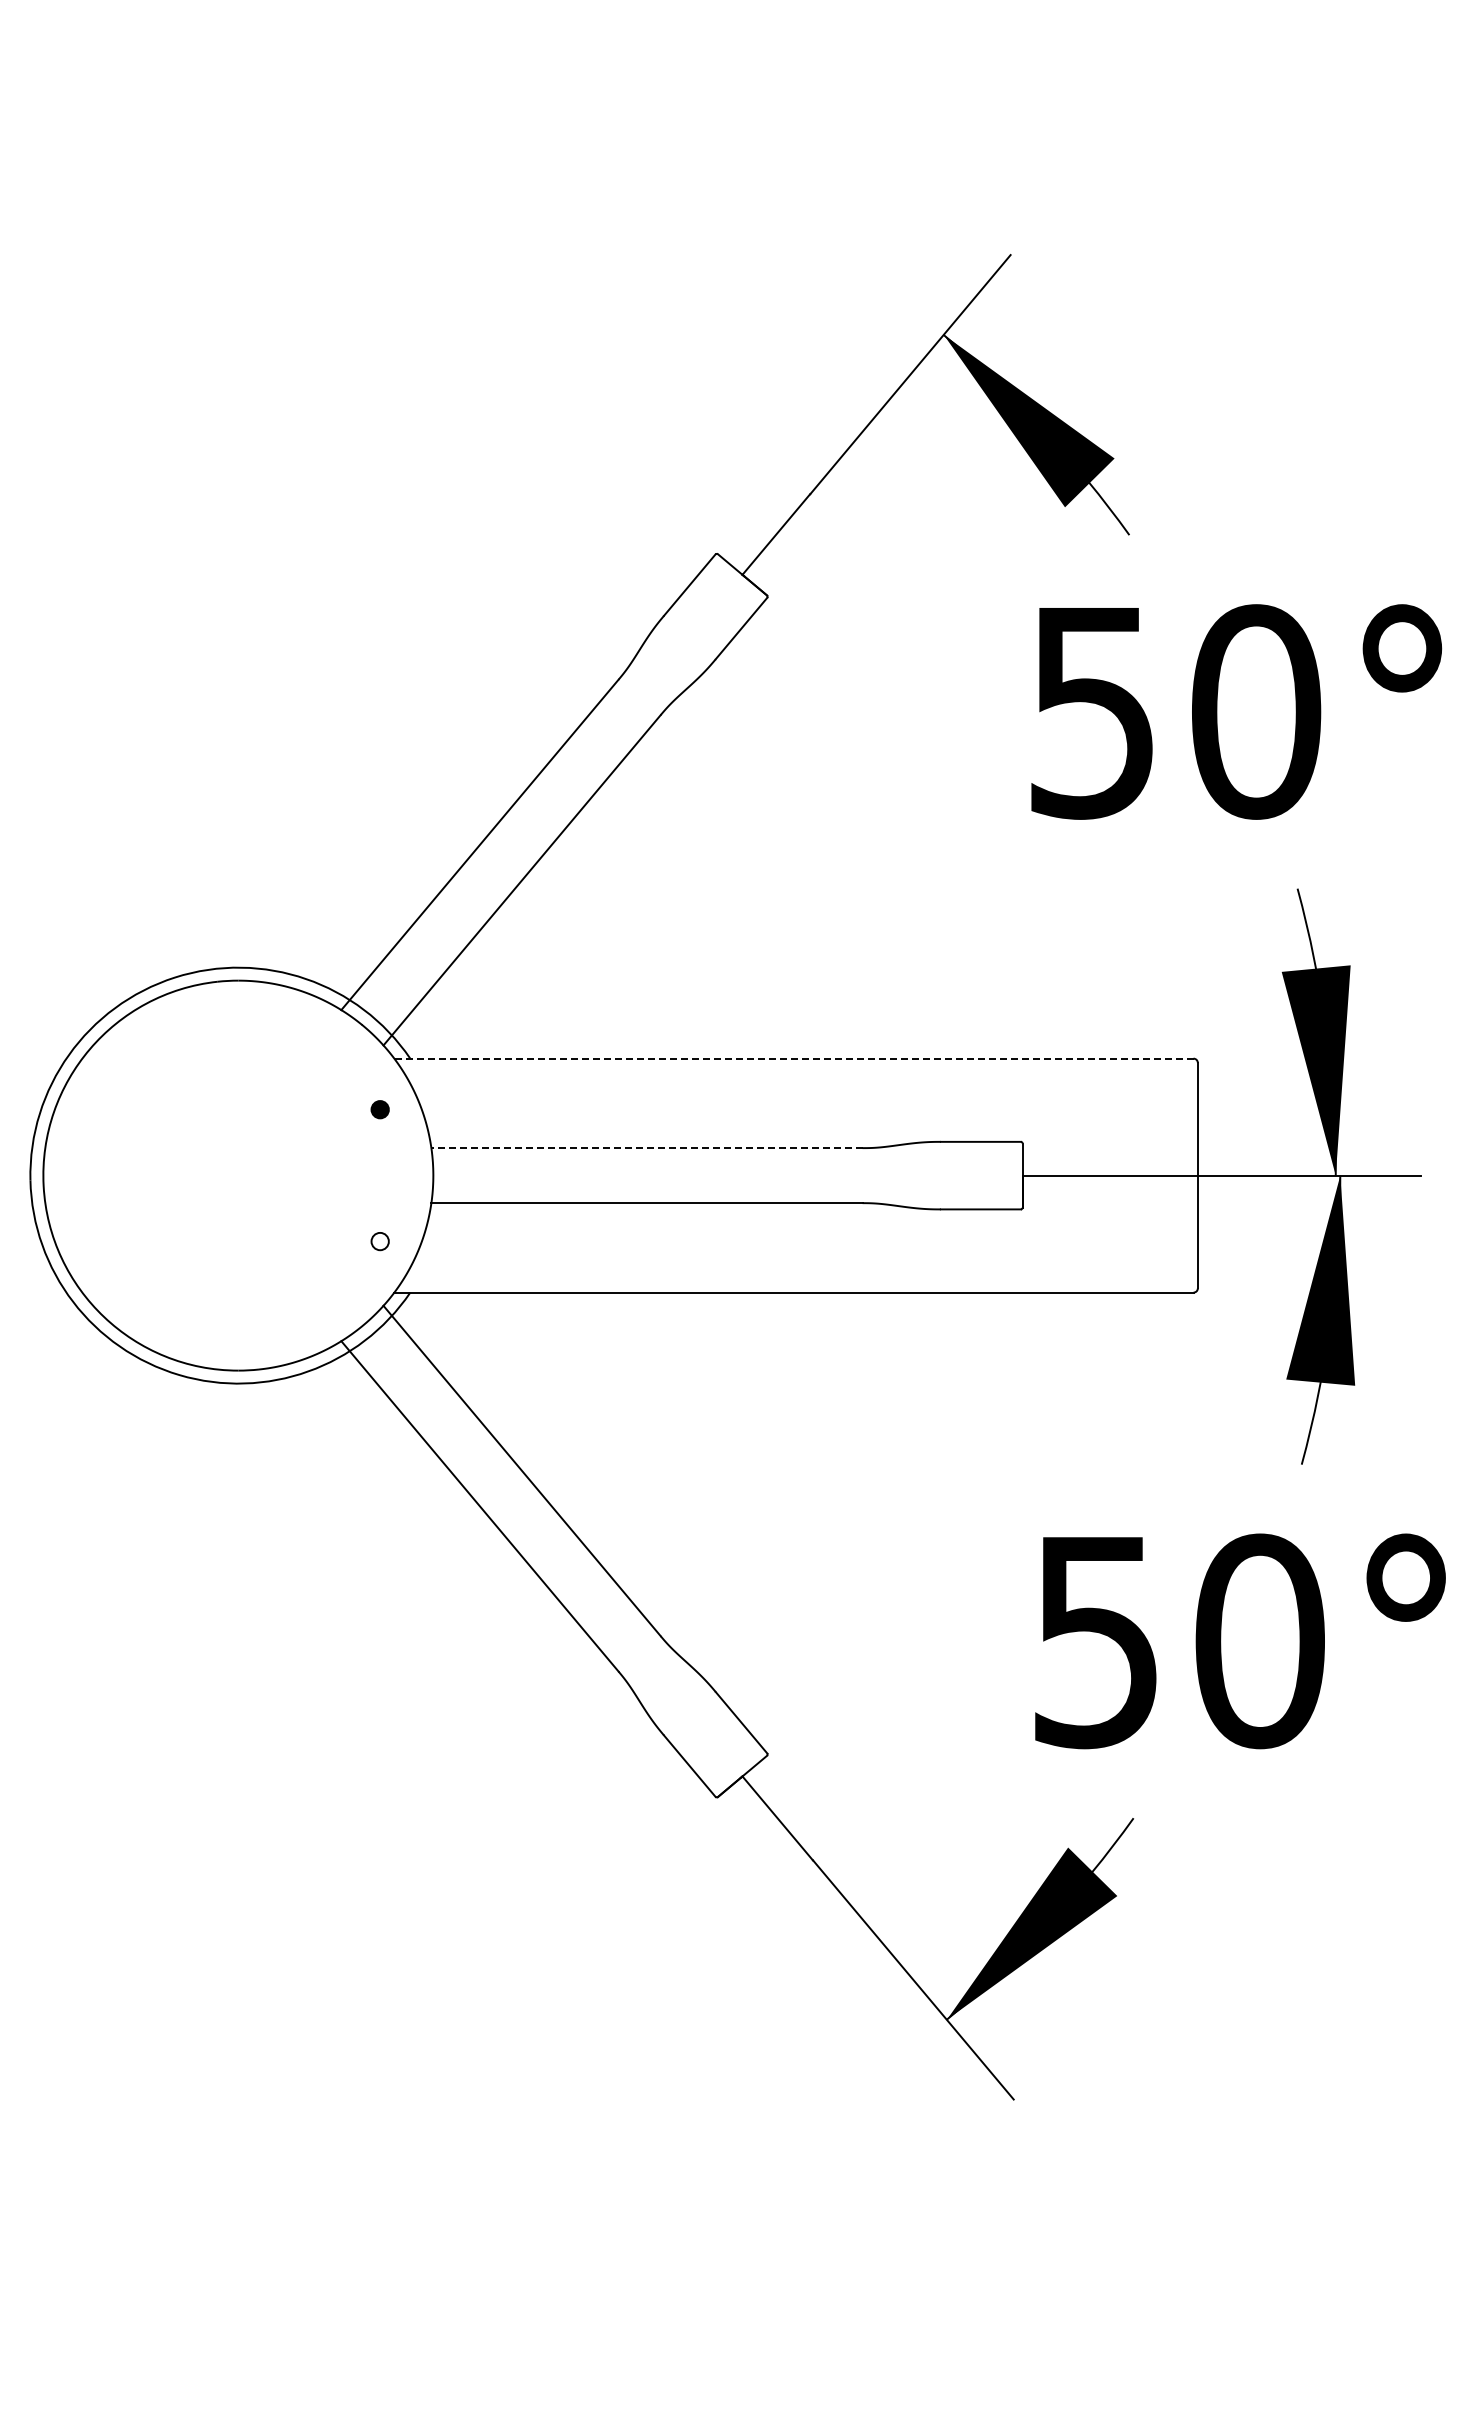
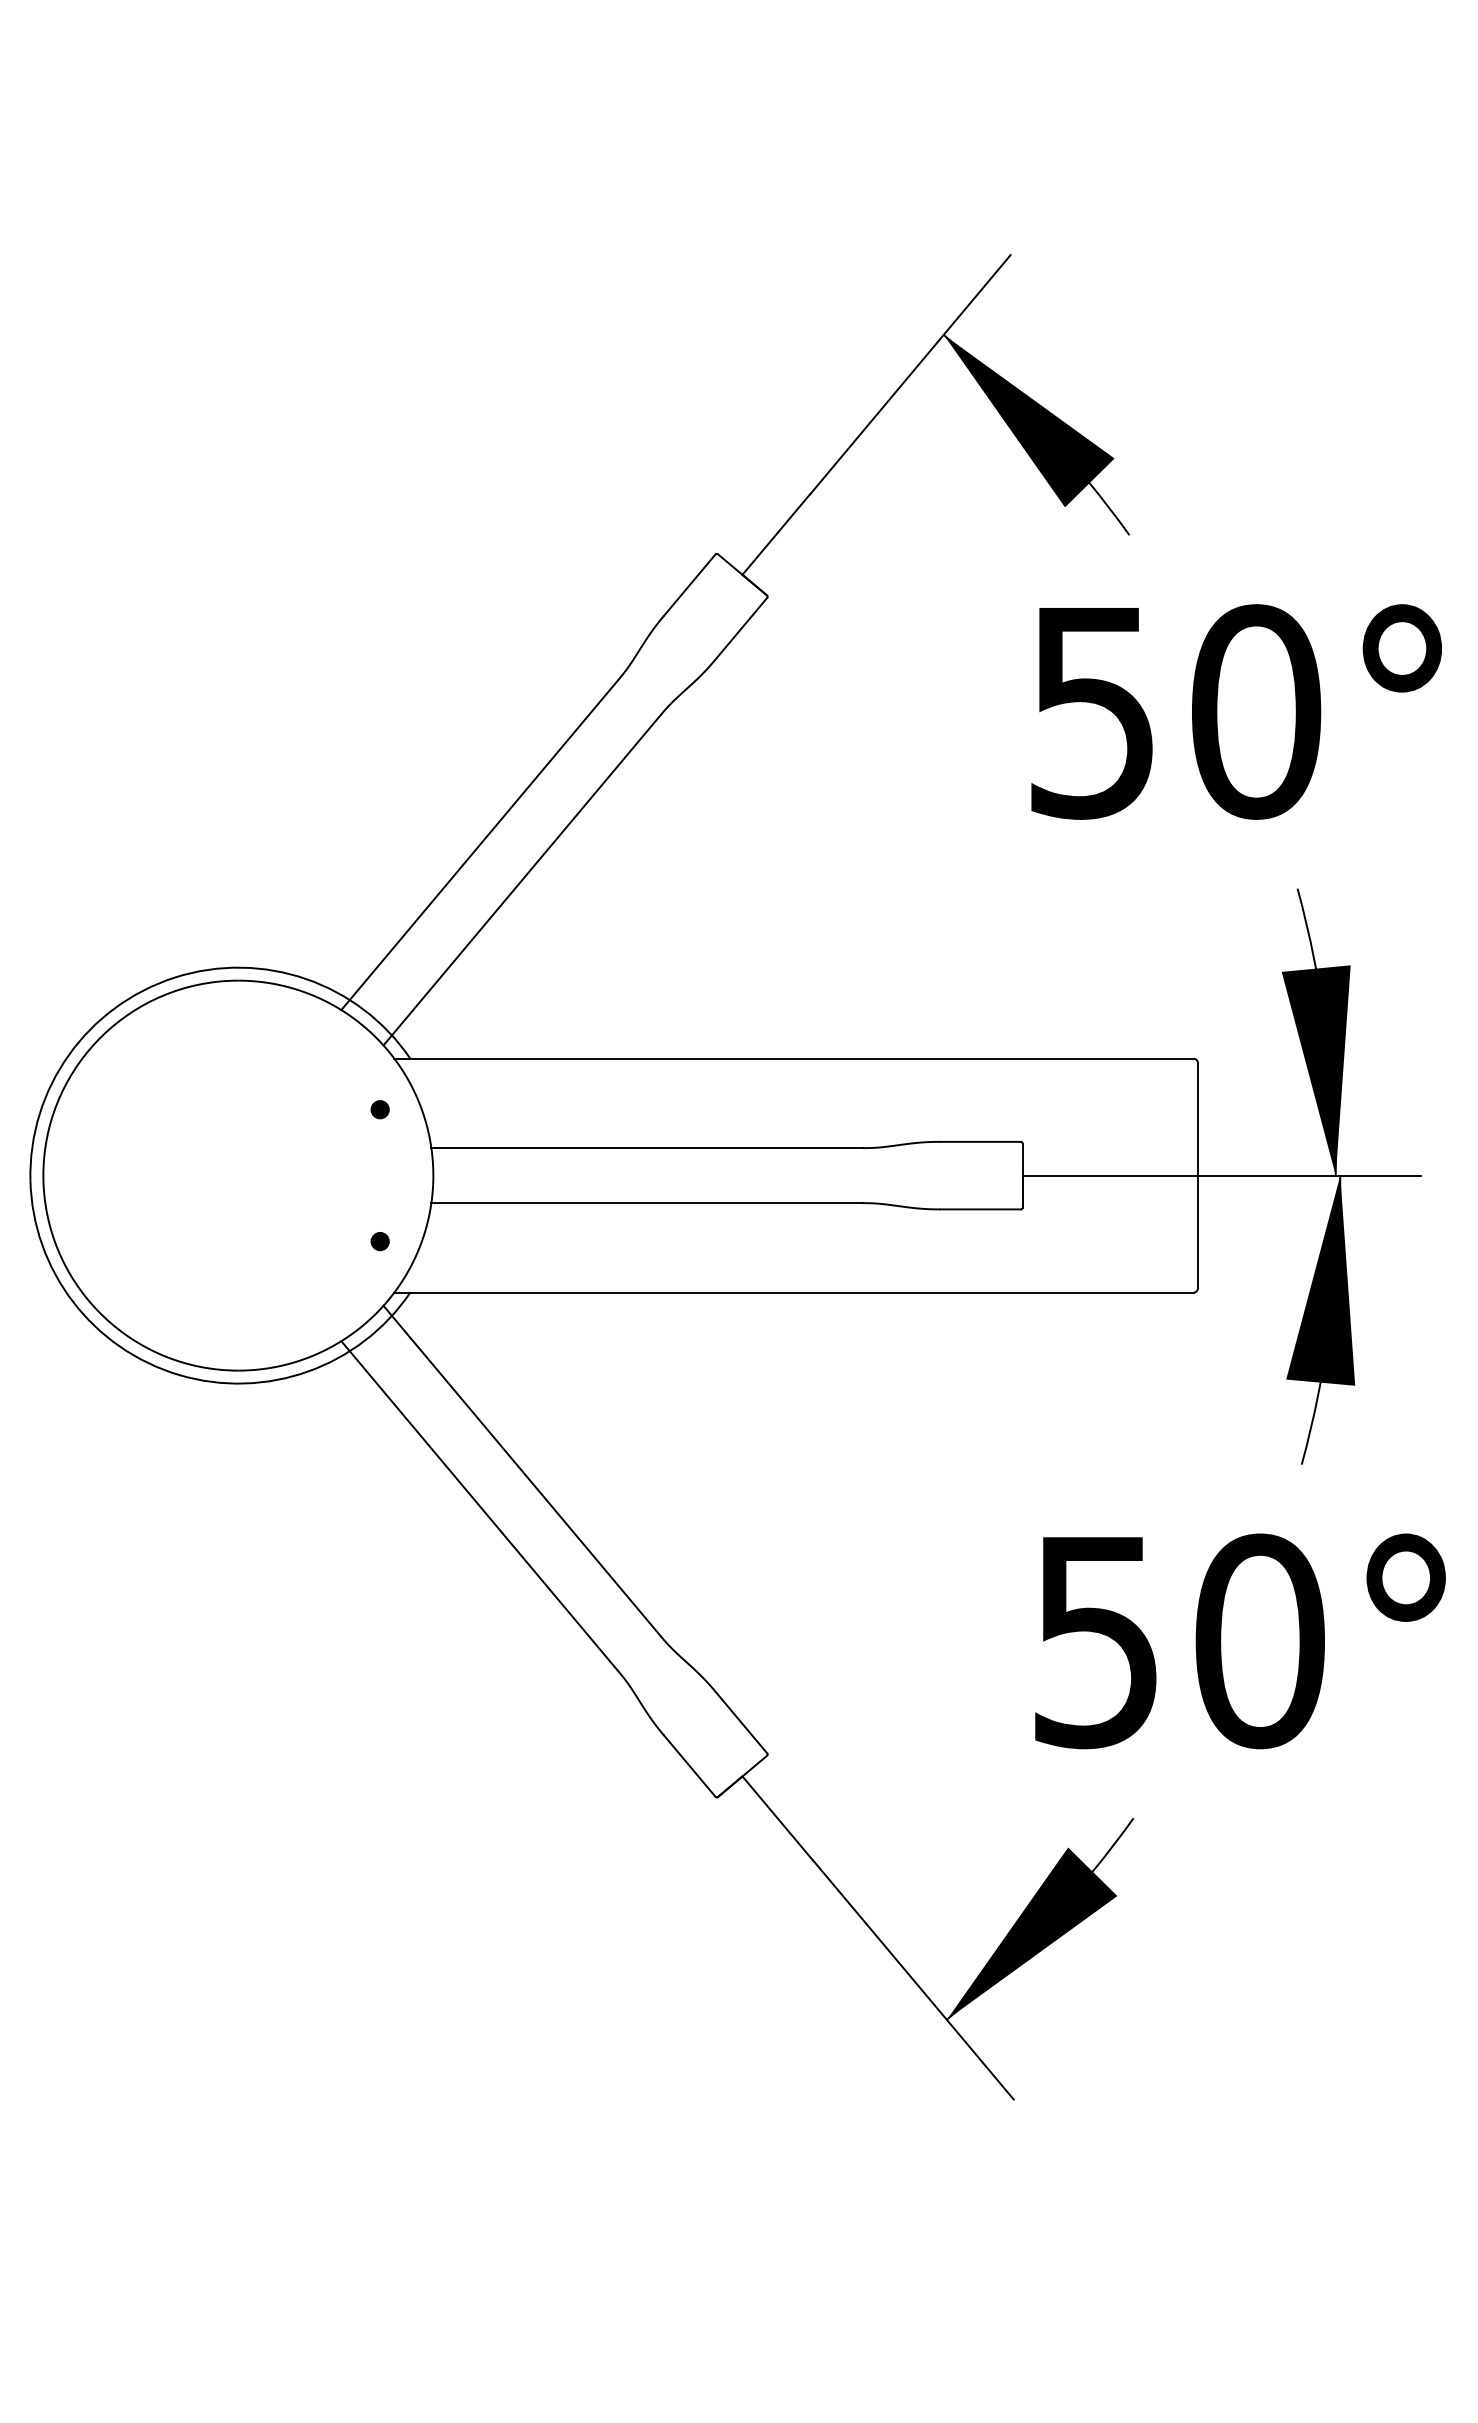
line at (793, 1058): dashed -> solid
line at (646, 1148): dashed -> solid
fill at (379, 1241): none -> present
